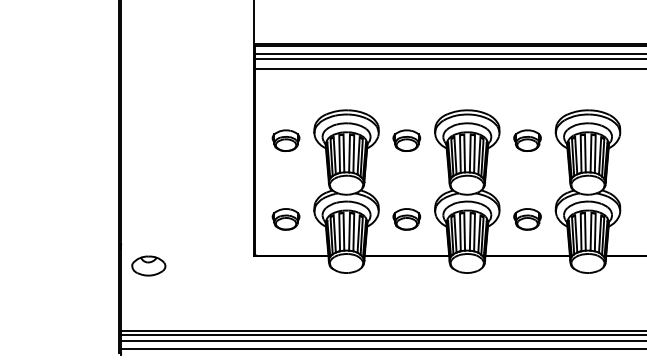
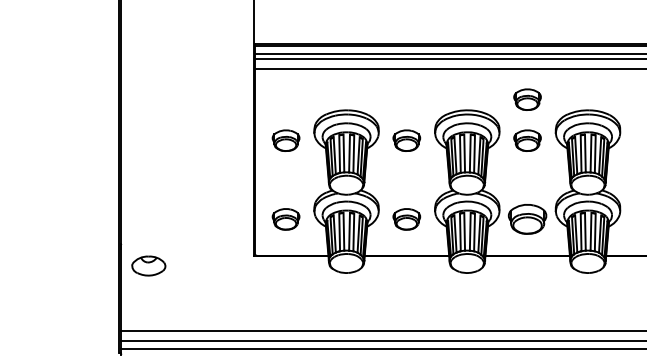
part at (527, 99): none -> present
part at (527, 219) size: 29x23 px -> 41x31 px
line at (382, 335): present -> none
